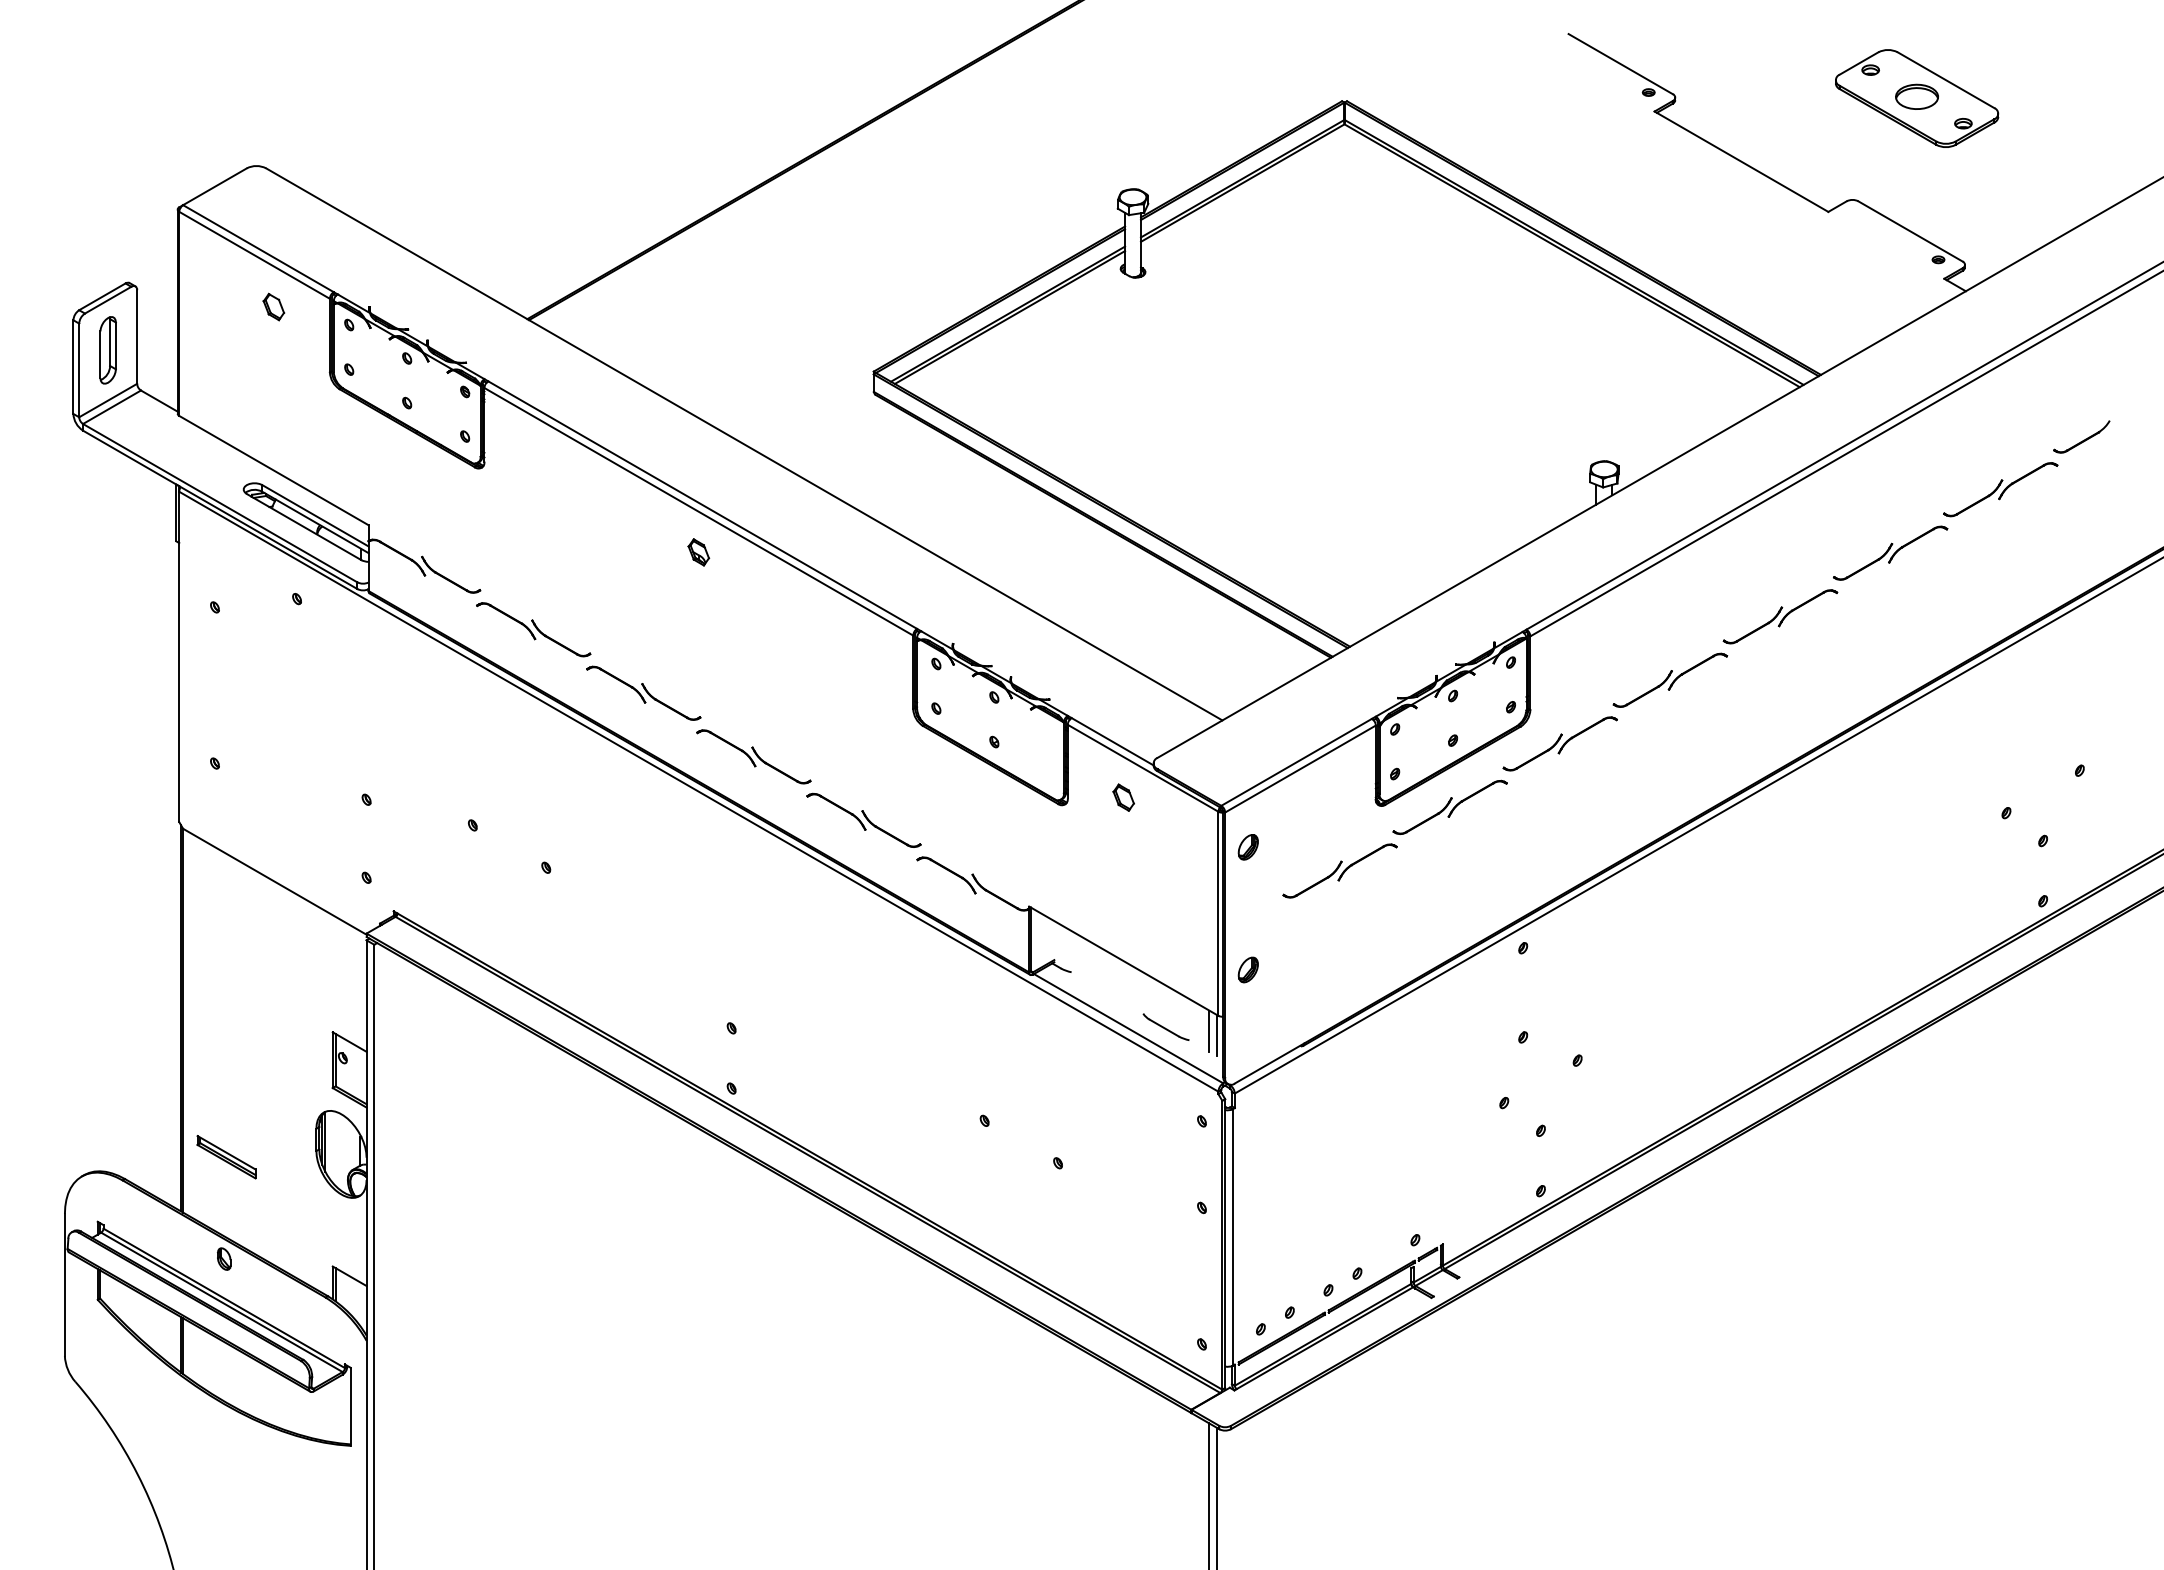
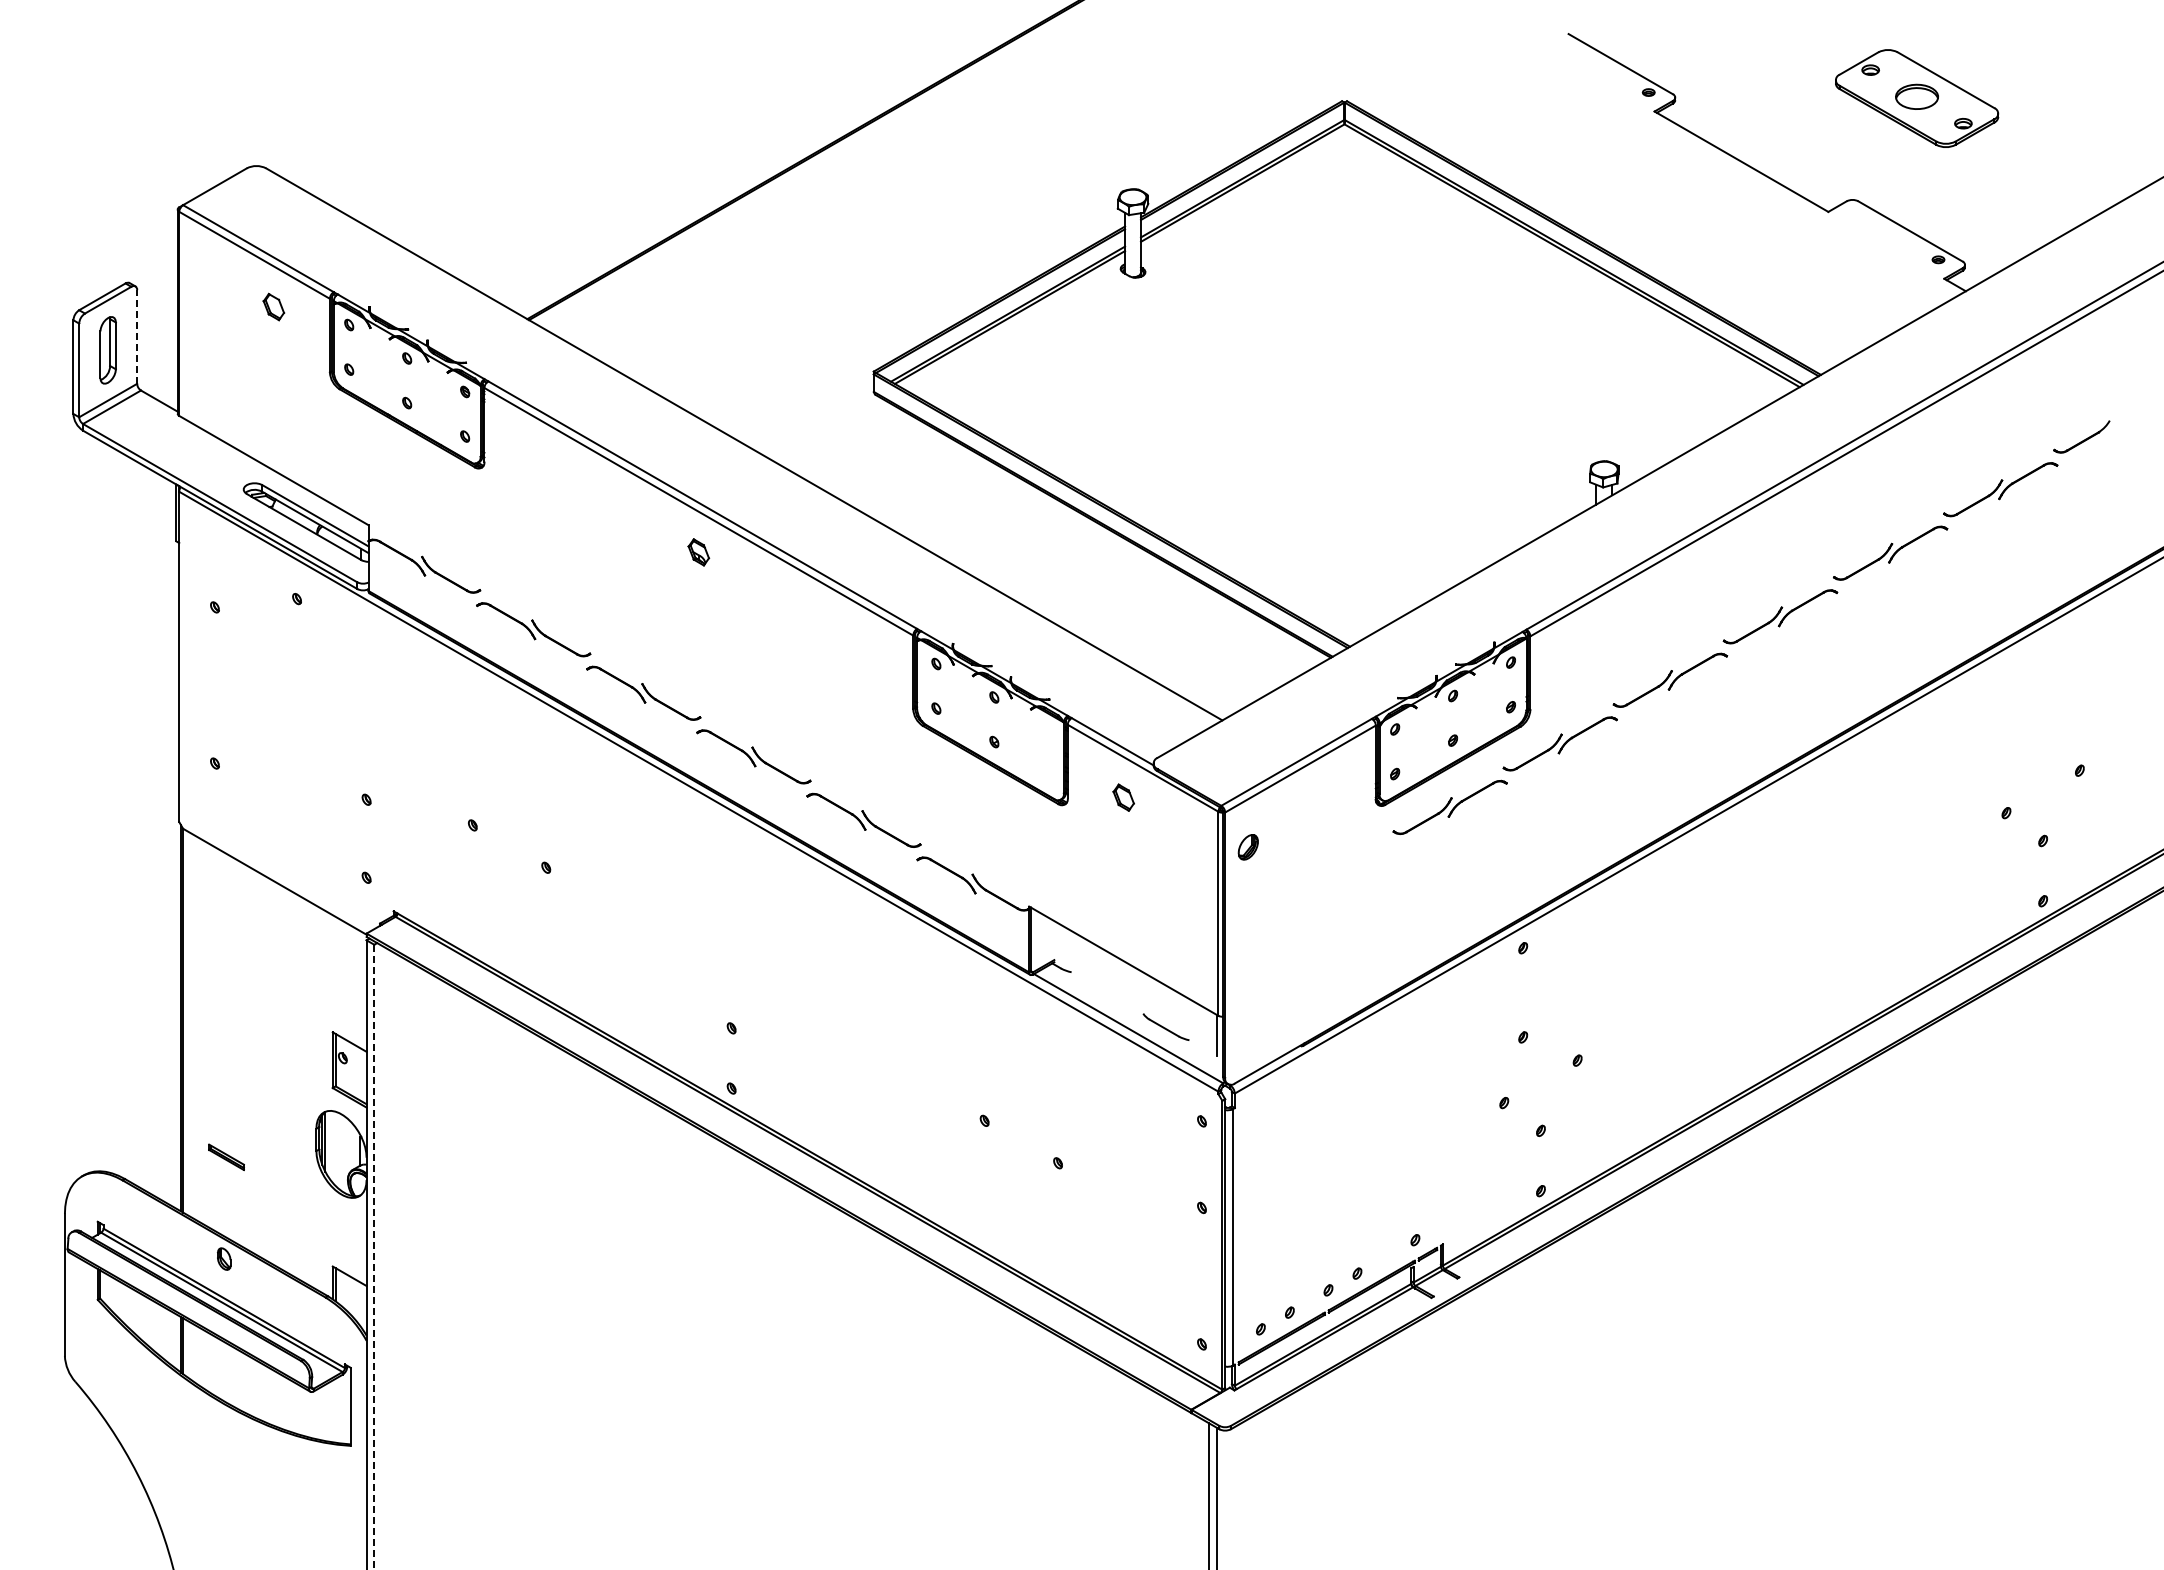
line at (137, 336): solid -> dashed
part at (1339, 870): present -> none
part at (1247, 969): present -> none
line at (1209, 1030): present -> none
part at (226, 1157) size: 61x45 px -> 37x28 px
line at (374, 1257): solid -> dashed
